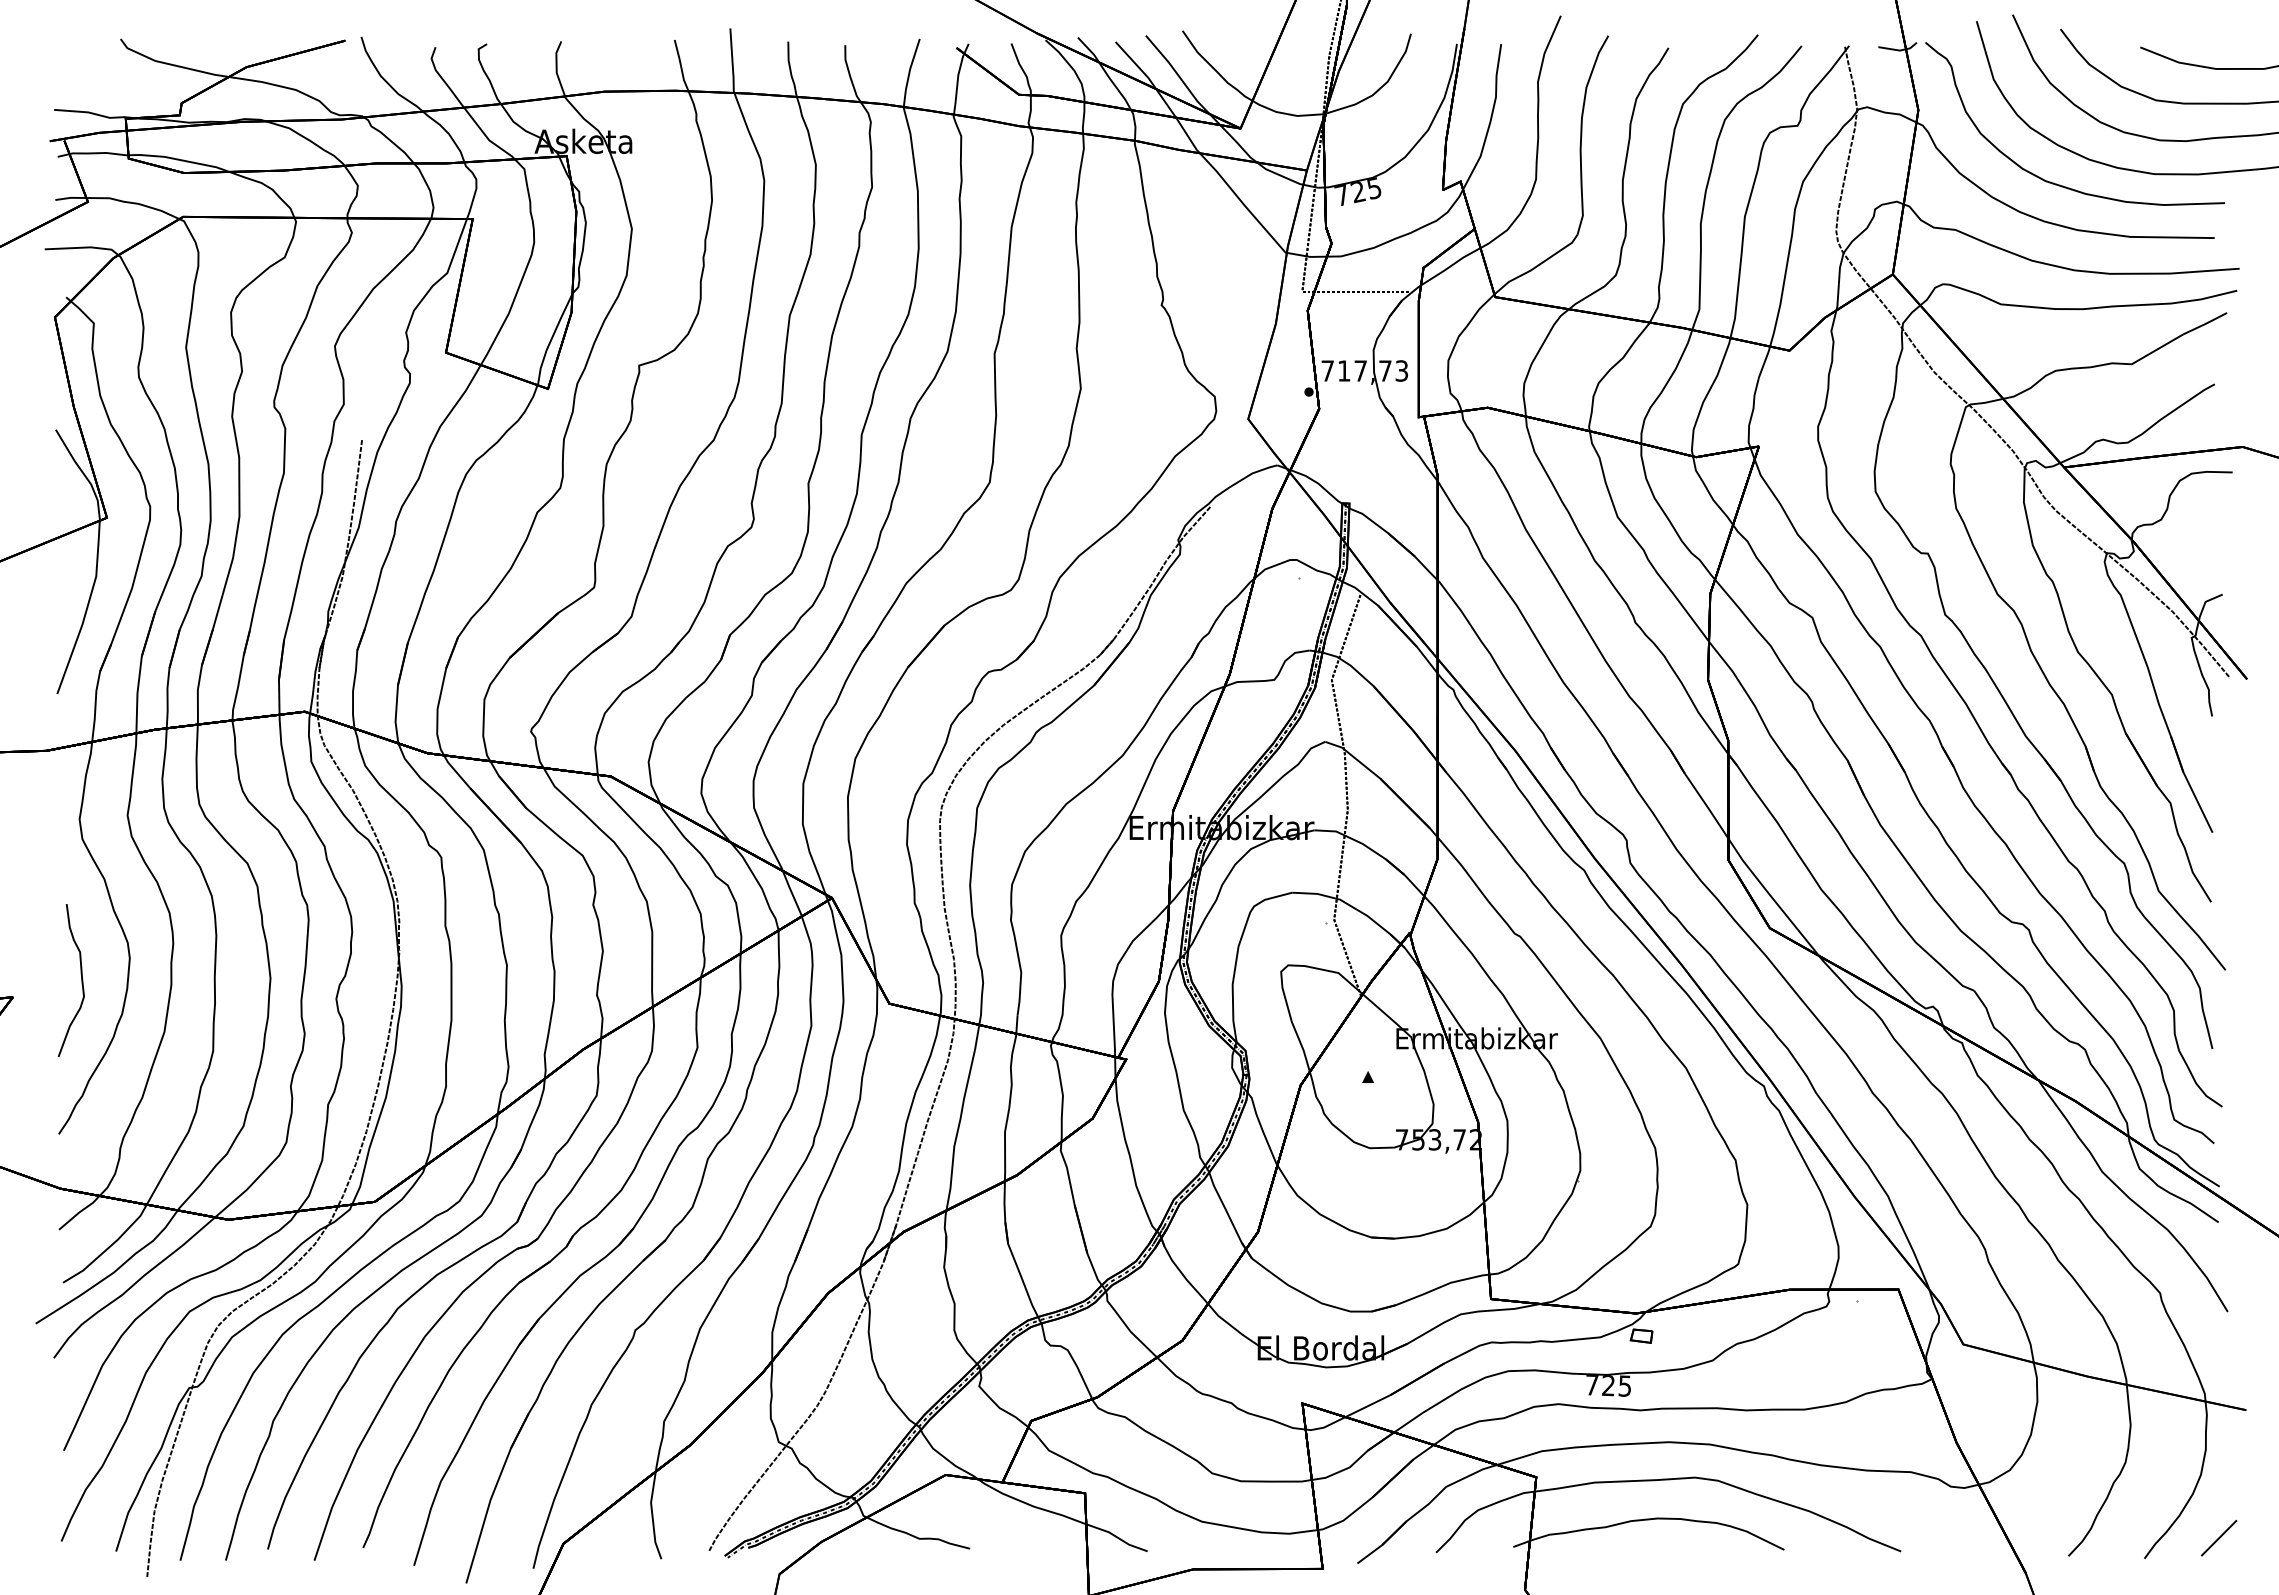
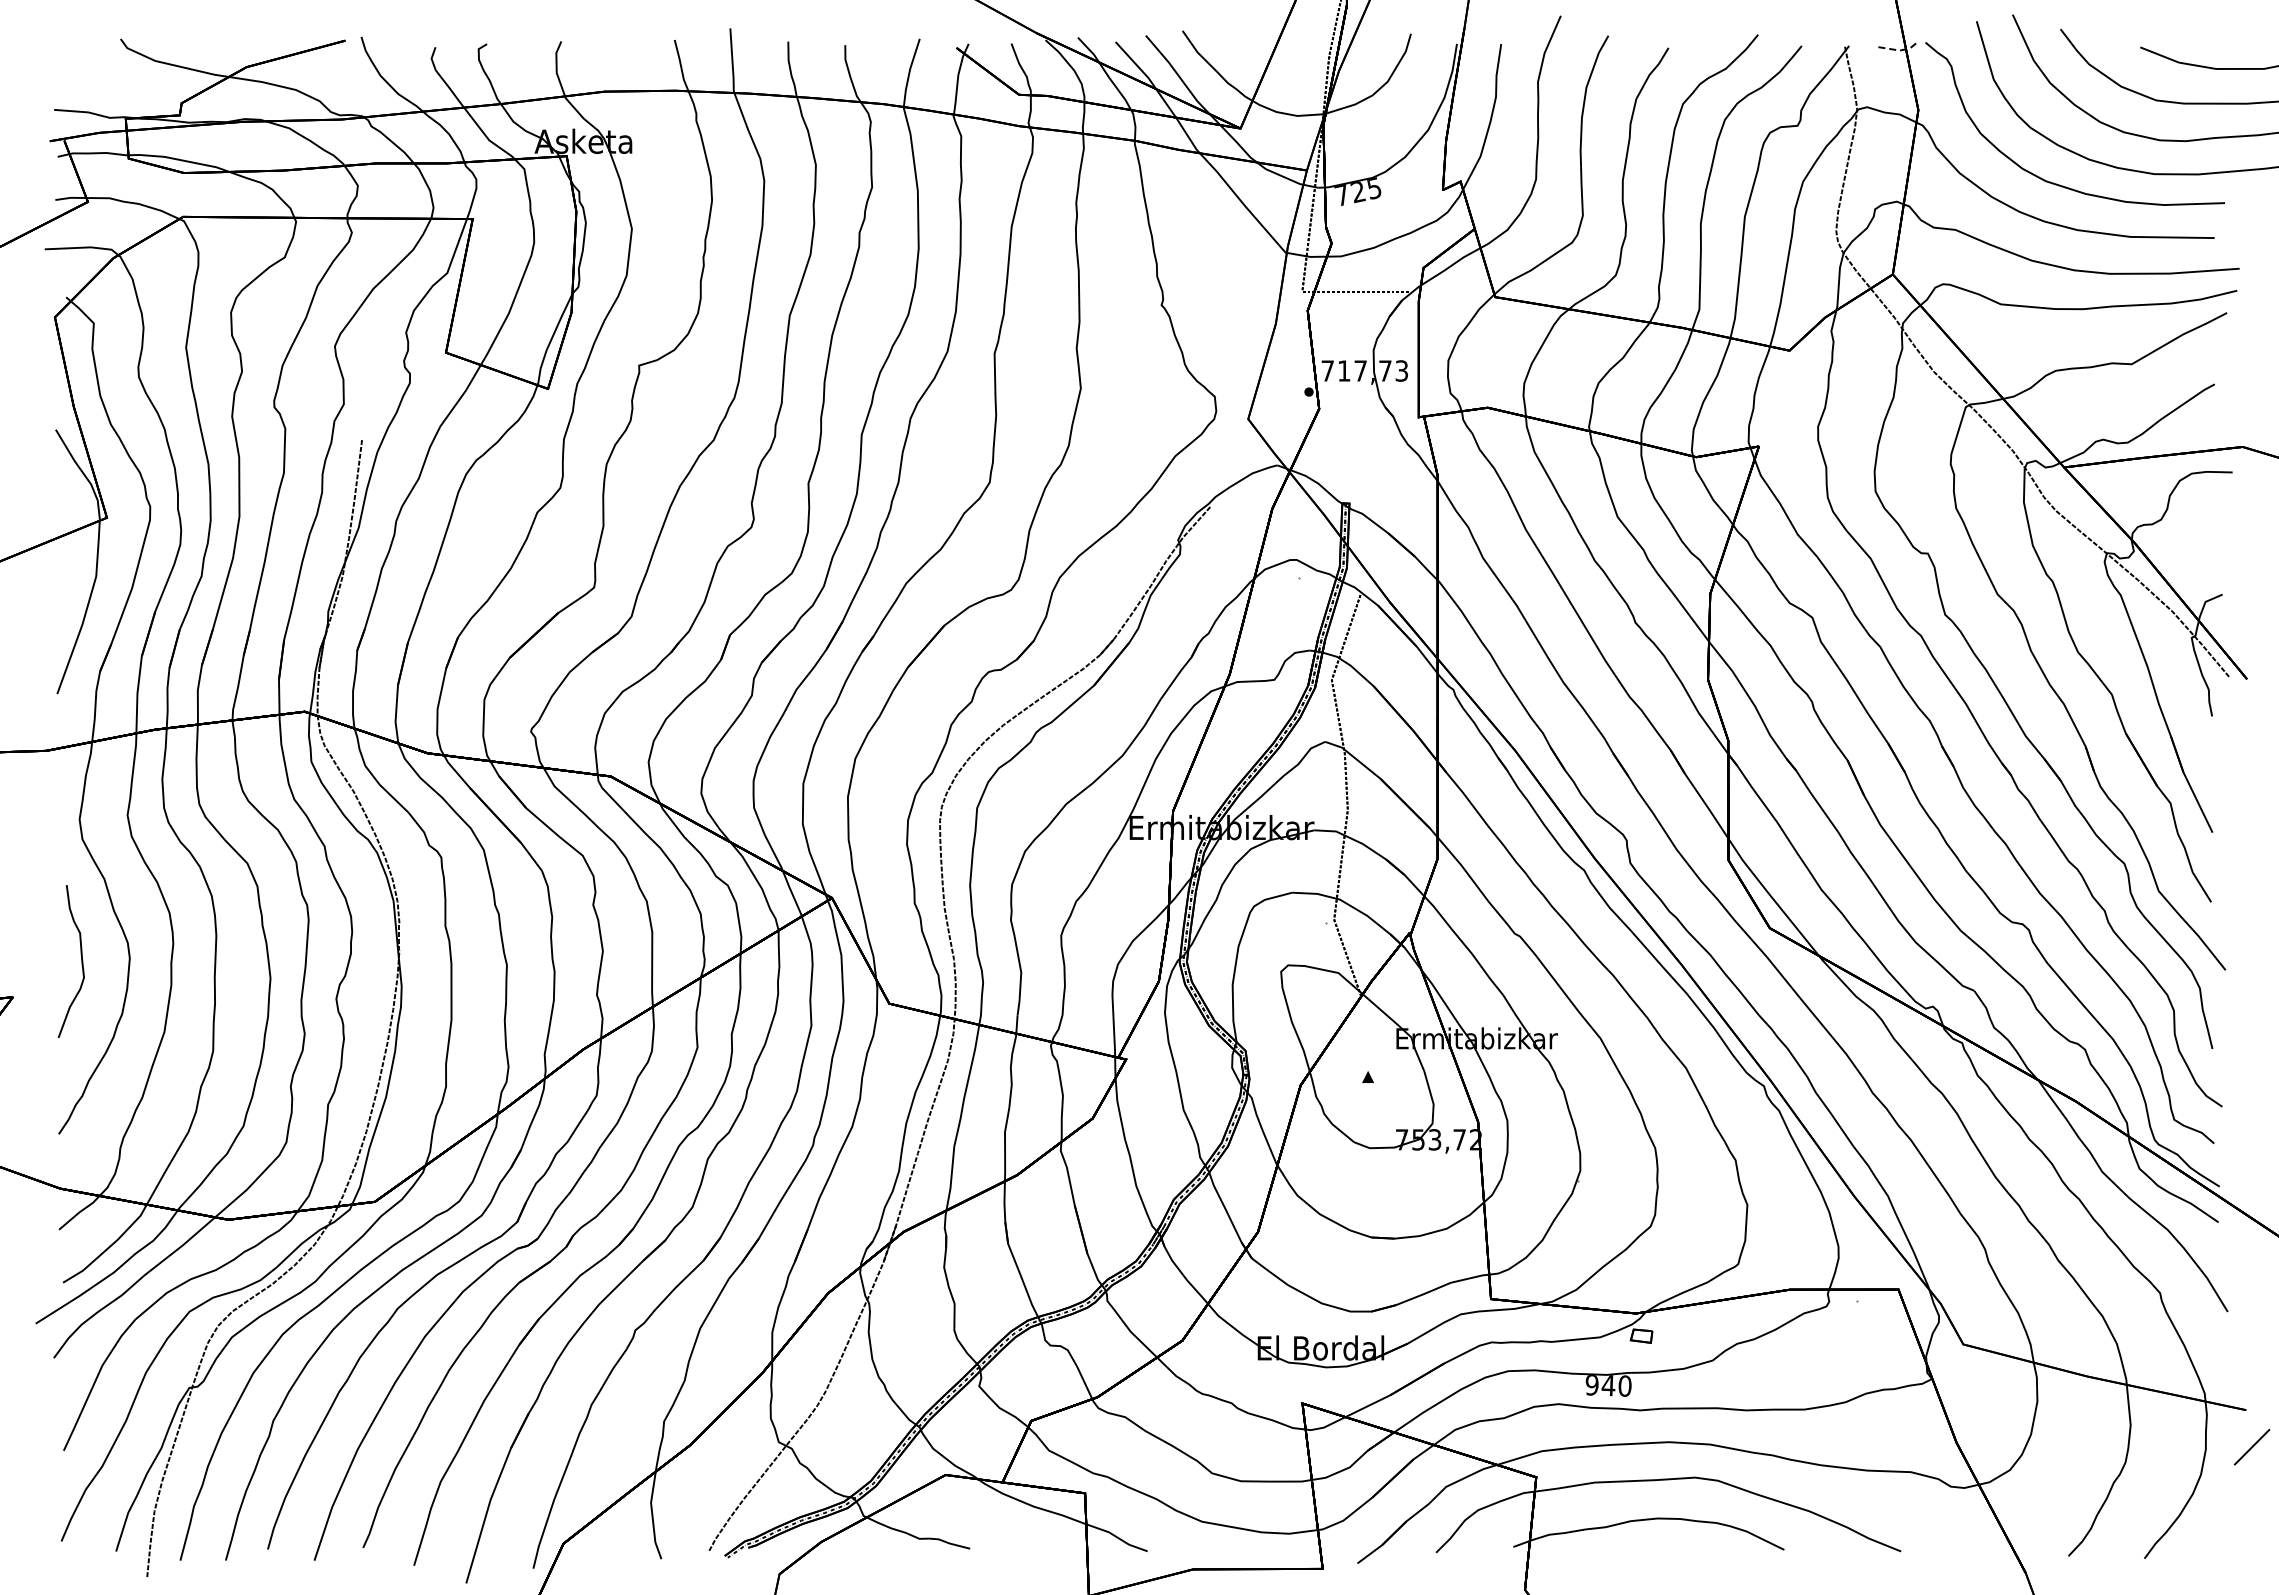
line at (1899, 50): solid -> dashed
curve at (81, 980) position: (81, 980) -> (81, 961)
text at (1608, 1385): 725 -> 940
line at (2218, 1537) position: (2218, 1537) -> (2251, 1446)
